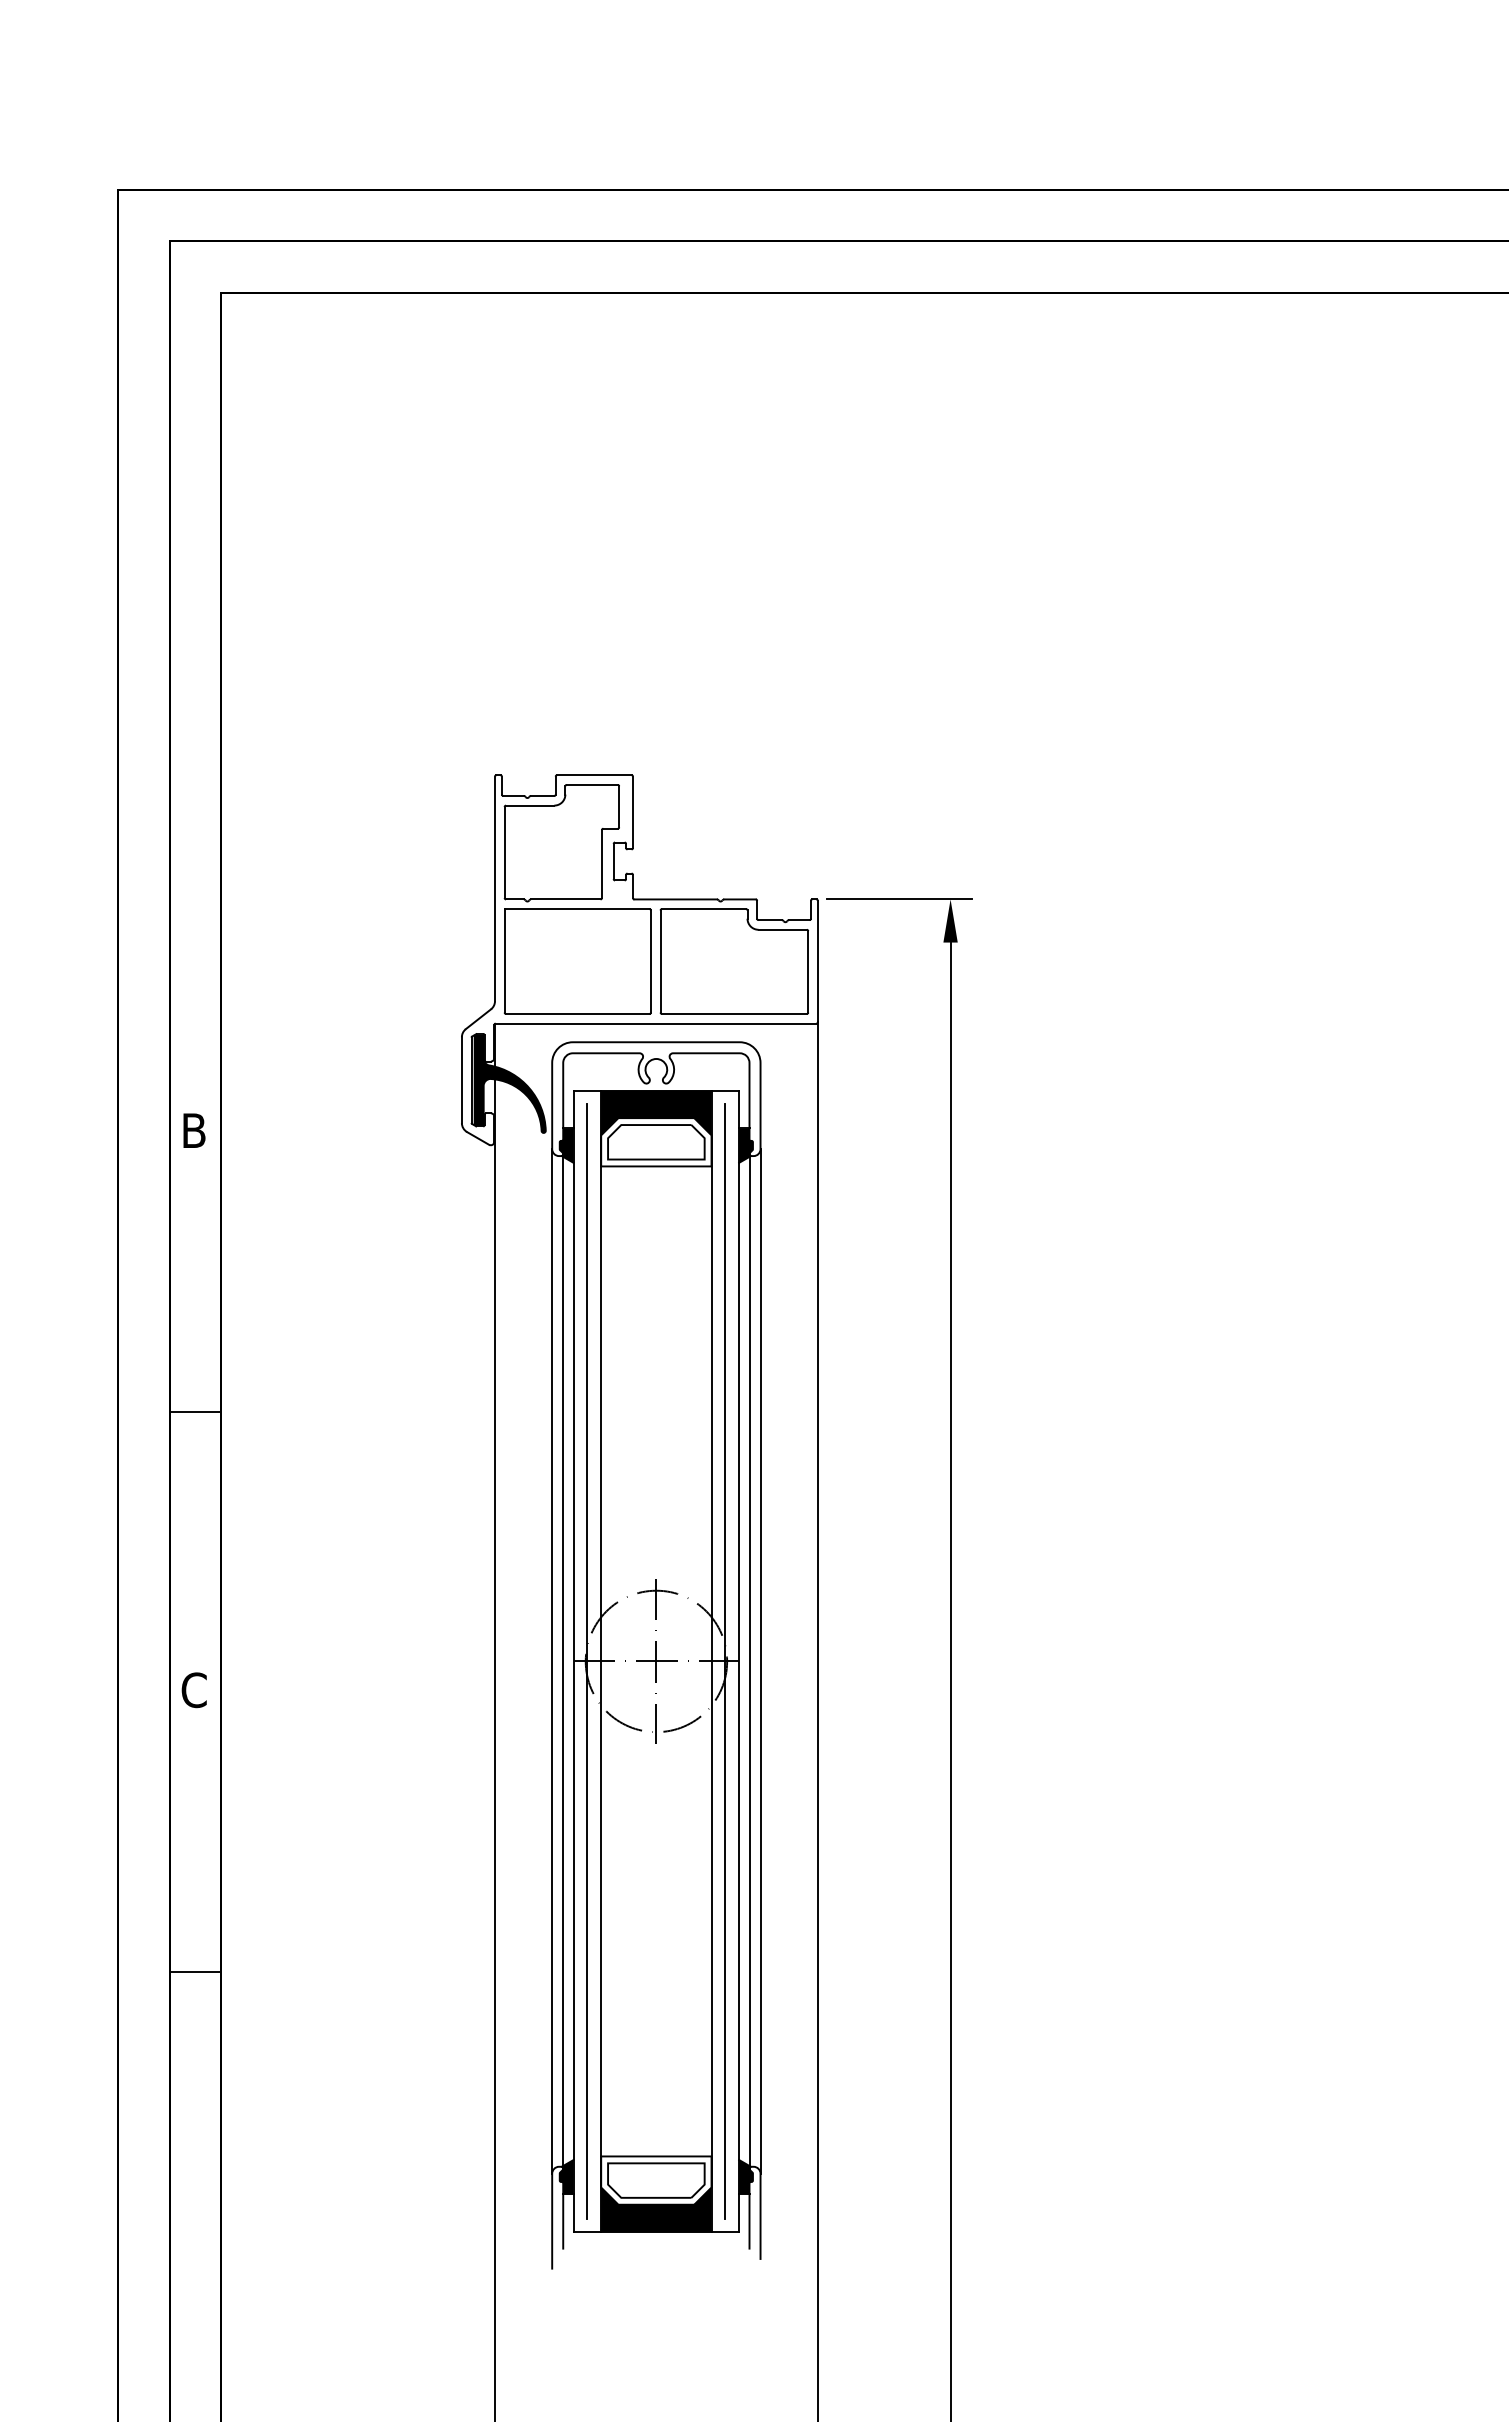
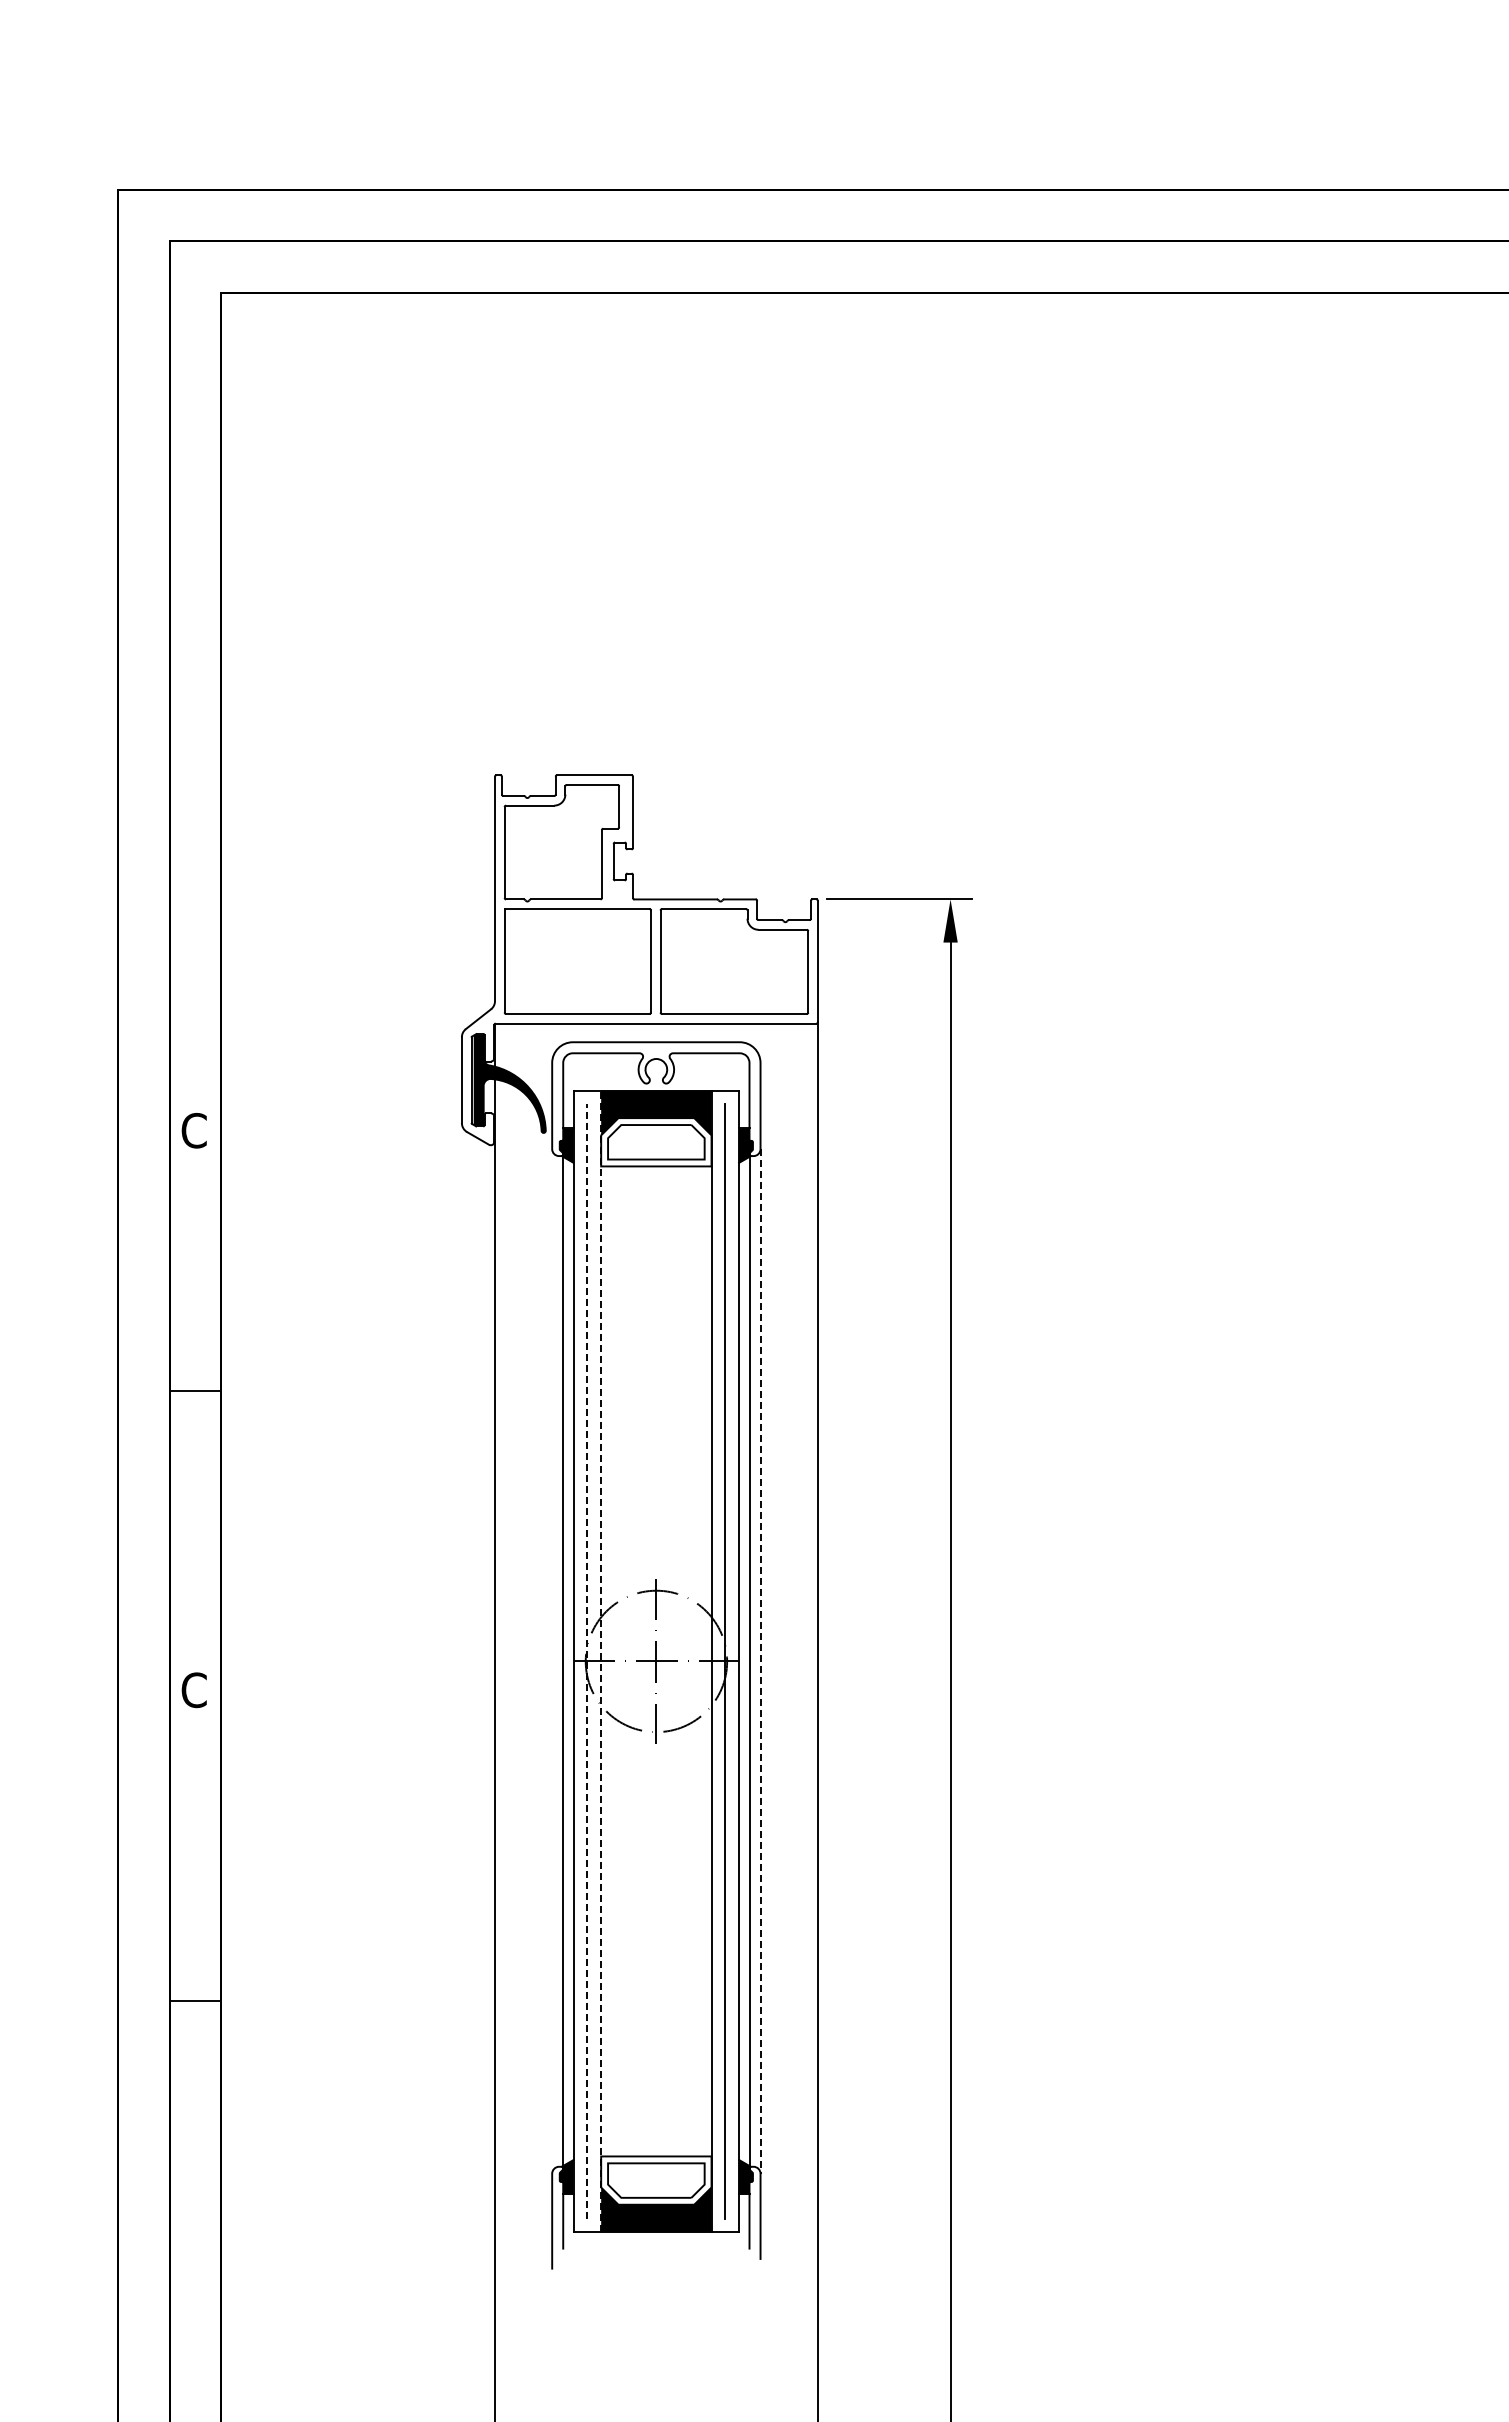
text at (193, 1130): B -> C
line at (195, 1412) position: (195, 1412) -> (195, 1391)
line at (587, 1660): solid -> dashed
line at (552, 1661): present -> none
line at (601, 1661): solid -> dashed
line at (760, 1661): solid -> dashed
line at (195, 1971) position: (195, 1971) -> (195, 2000)
